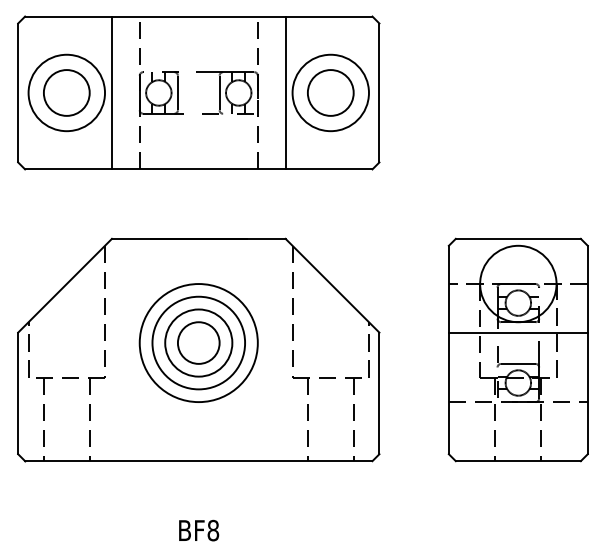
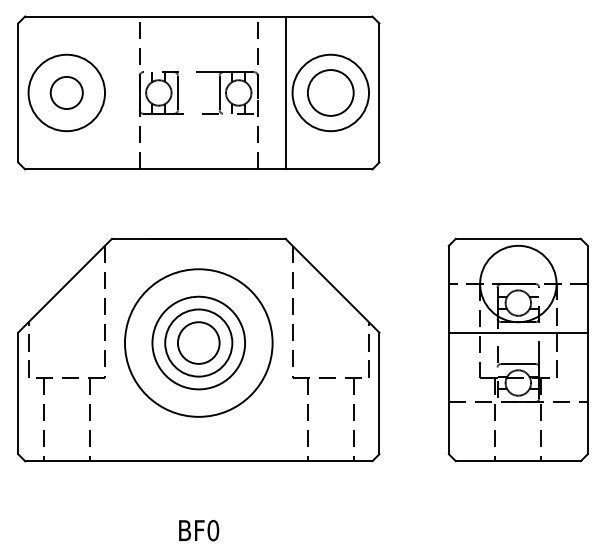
circle at (66, 92) diameter: 46 px -> 32 px
line at (111, 92): present -> none
circle at (198, 343) diameter: 118 px -> 148 px
text at (213, 530): BF8 -> BF0
